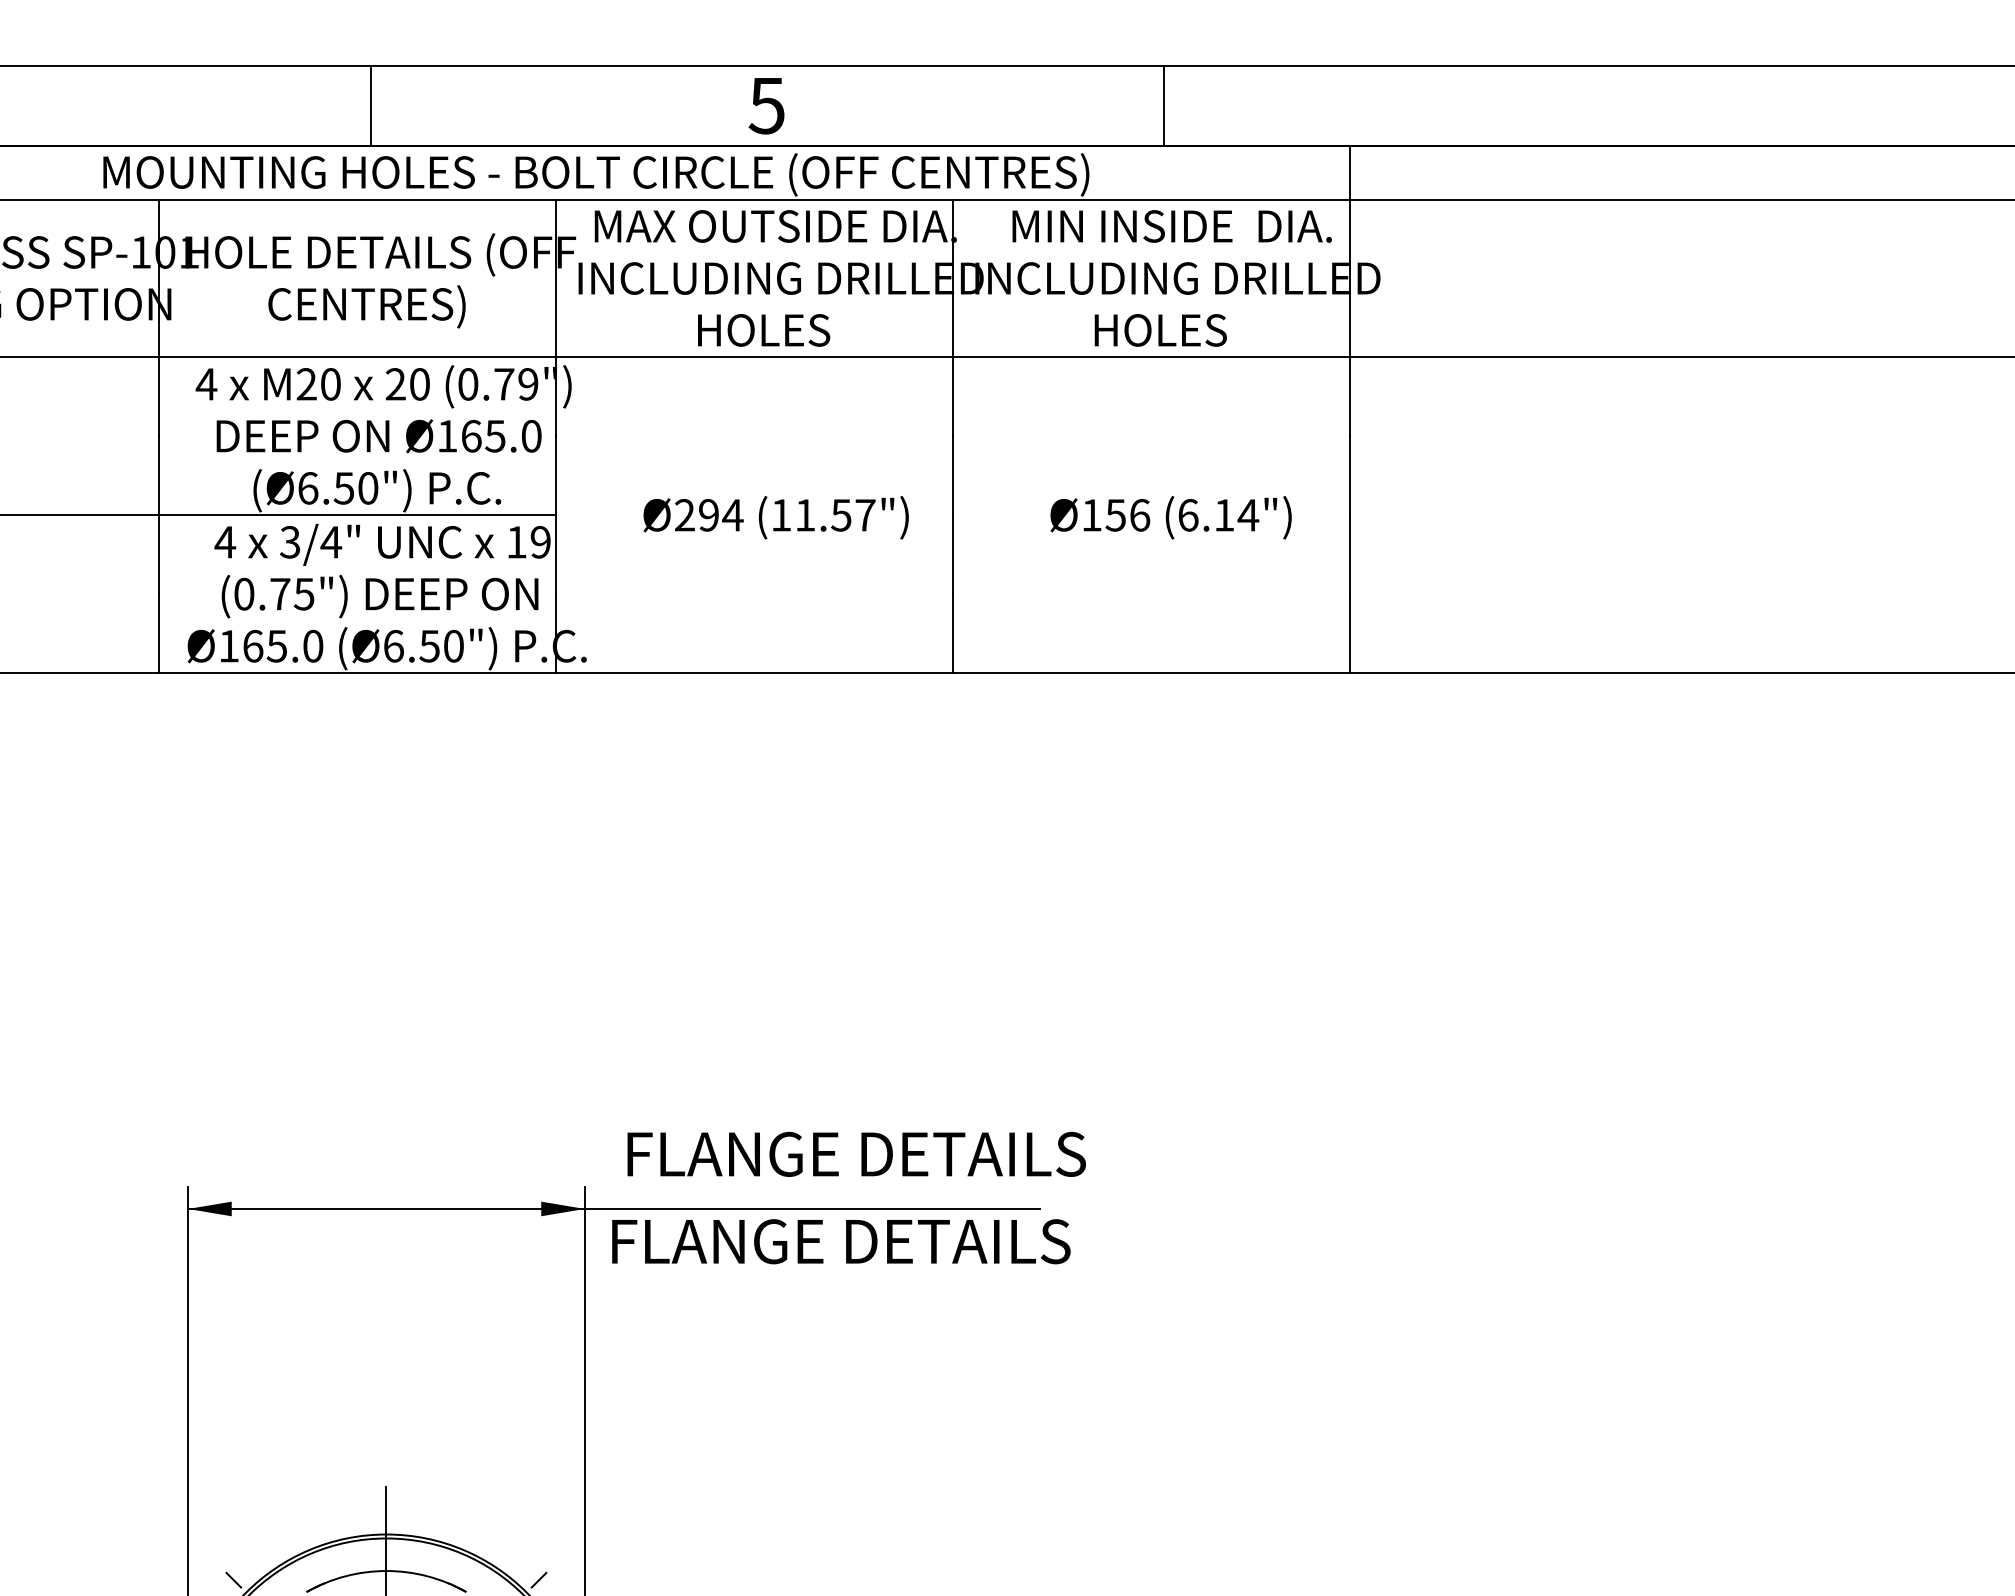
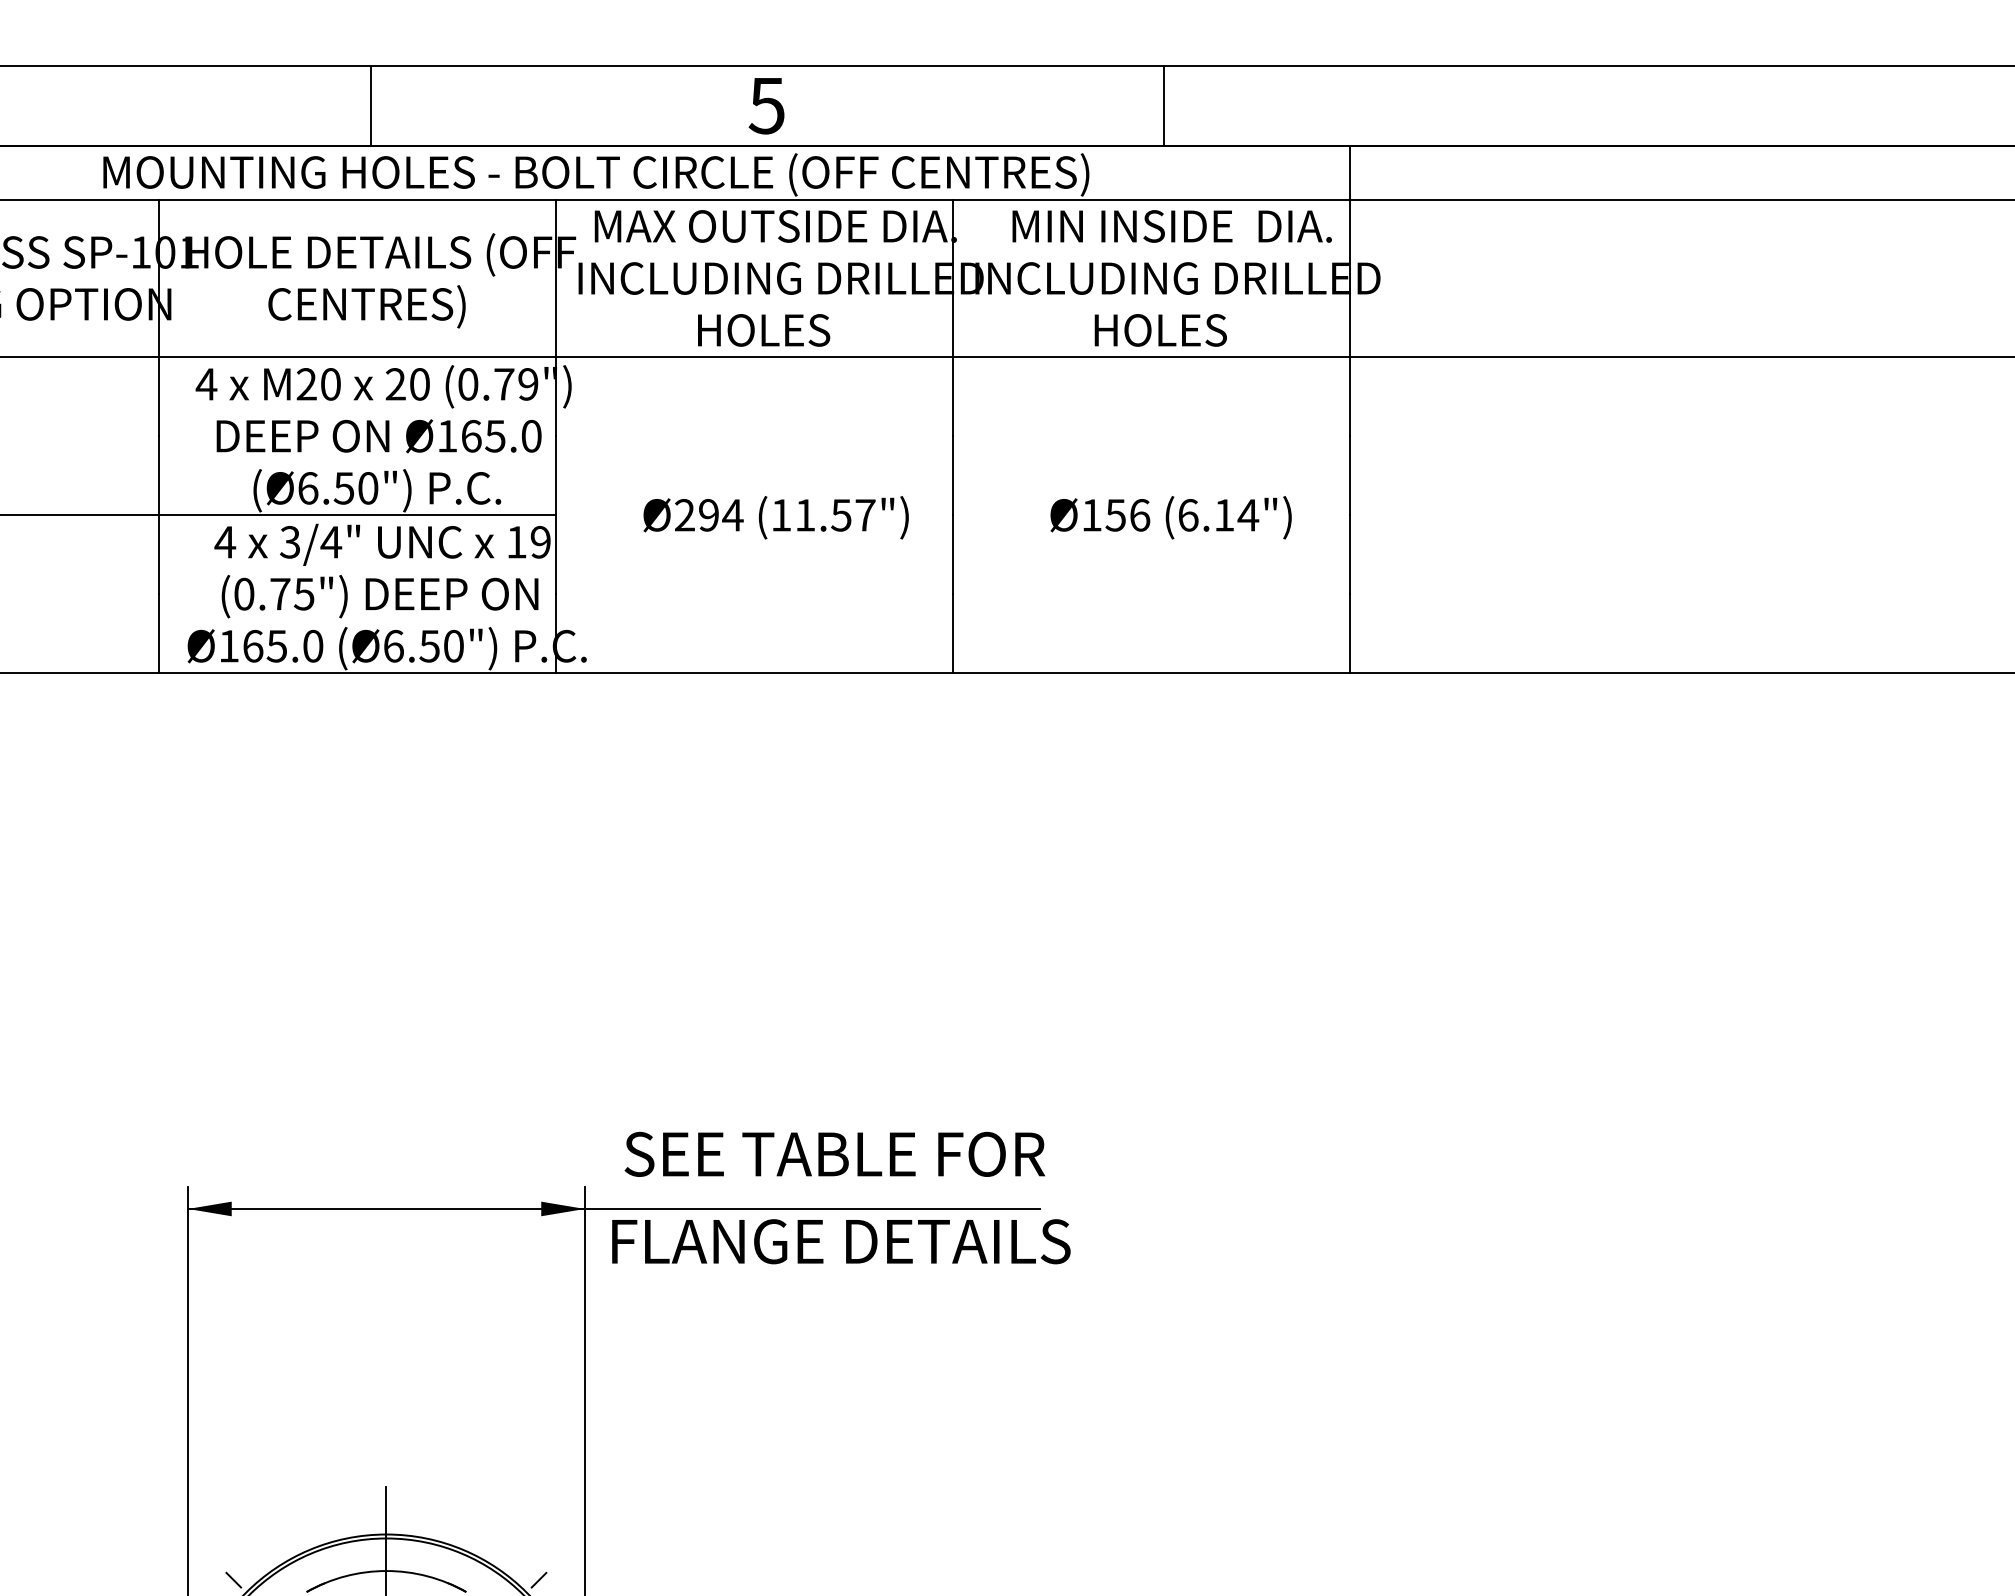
text at (854, 1153): FLANGE DETAILS -> SEE TABLE FOR
